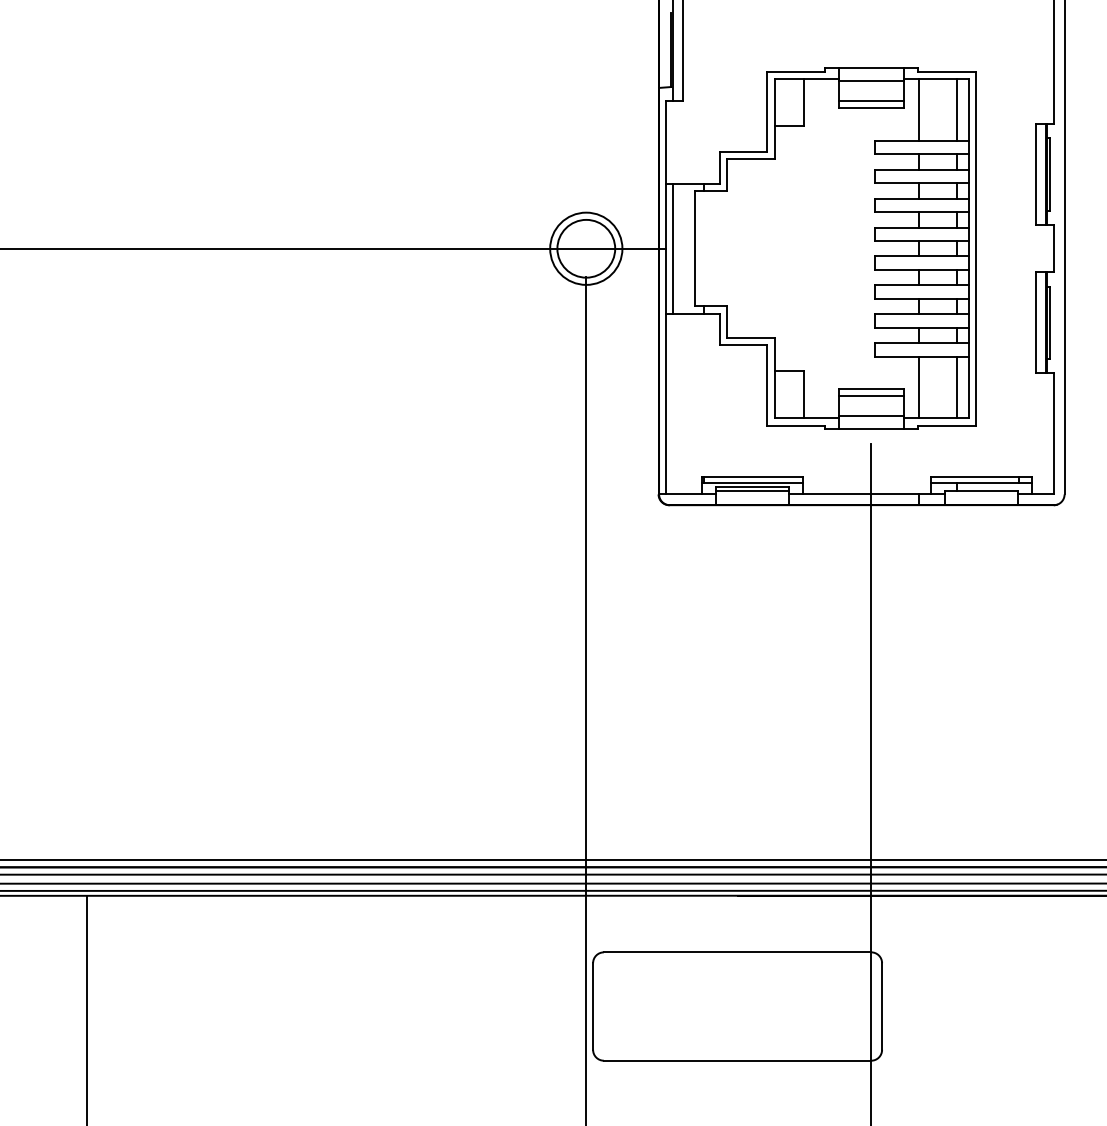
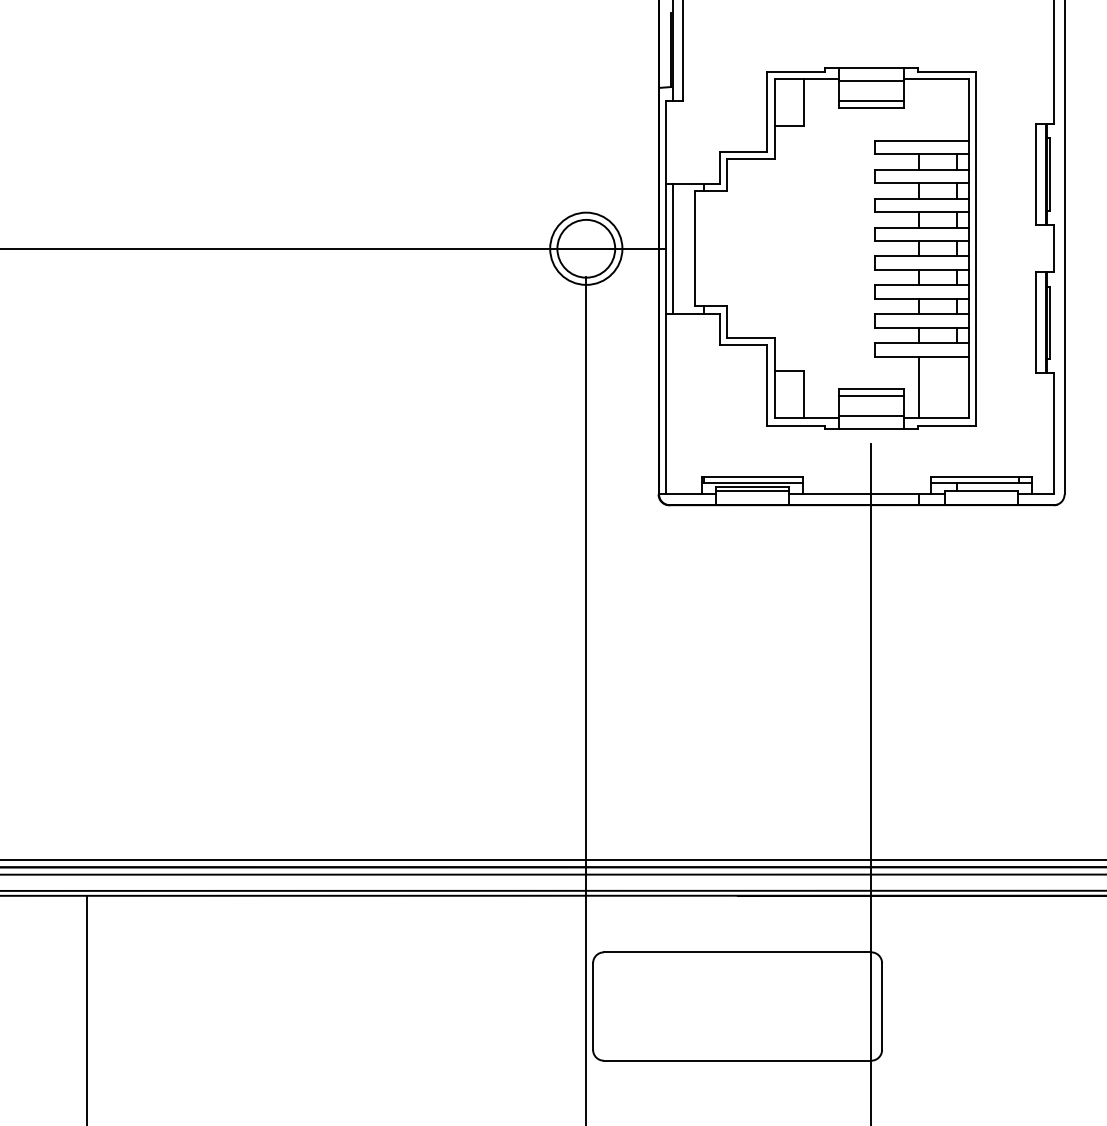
line at (918, 109): present -> none
line at (956, 109): present -> none
line at (956, 387): present -> none
line at (552, 883): present -> none
